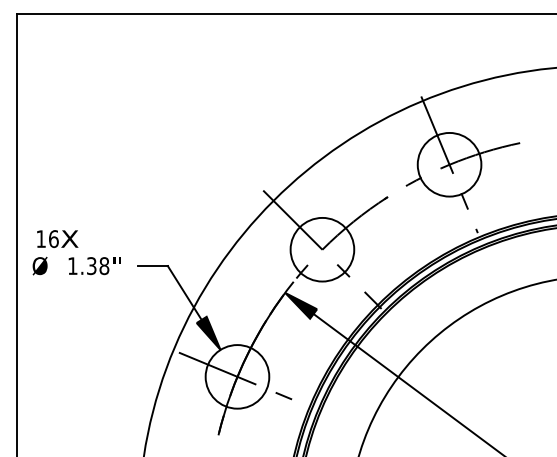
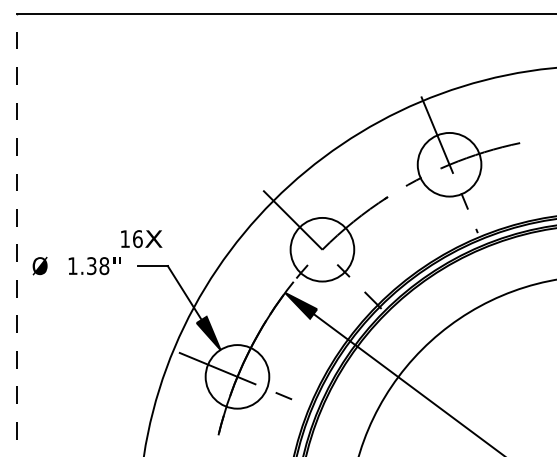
line at (16, 234): solid -> dashed
text at (57, 238) position: (57, 238) -> (141, 238)
